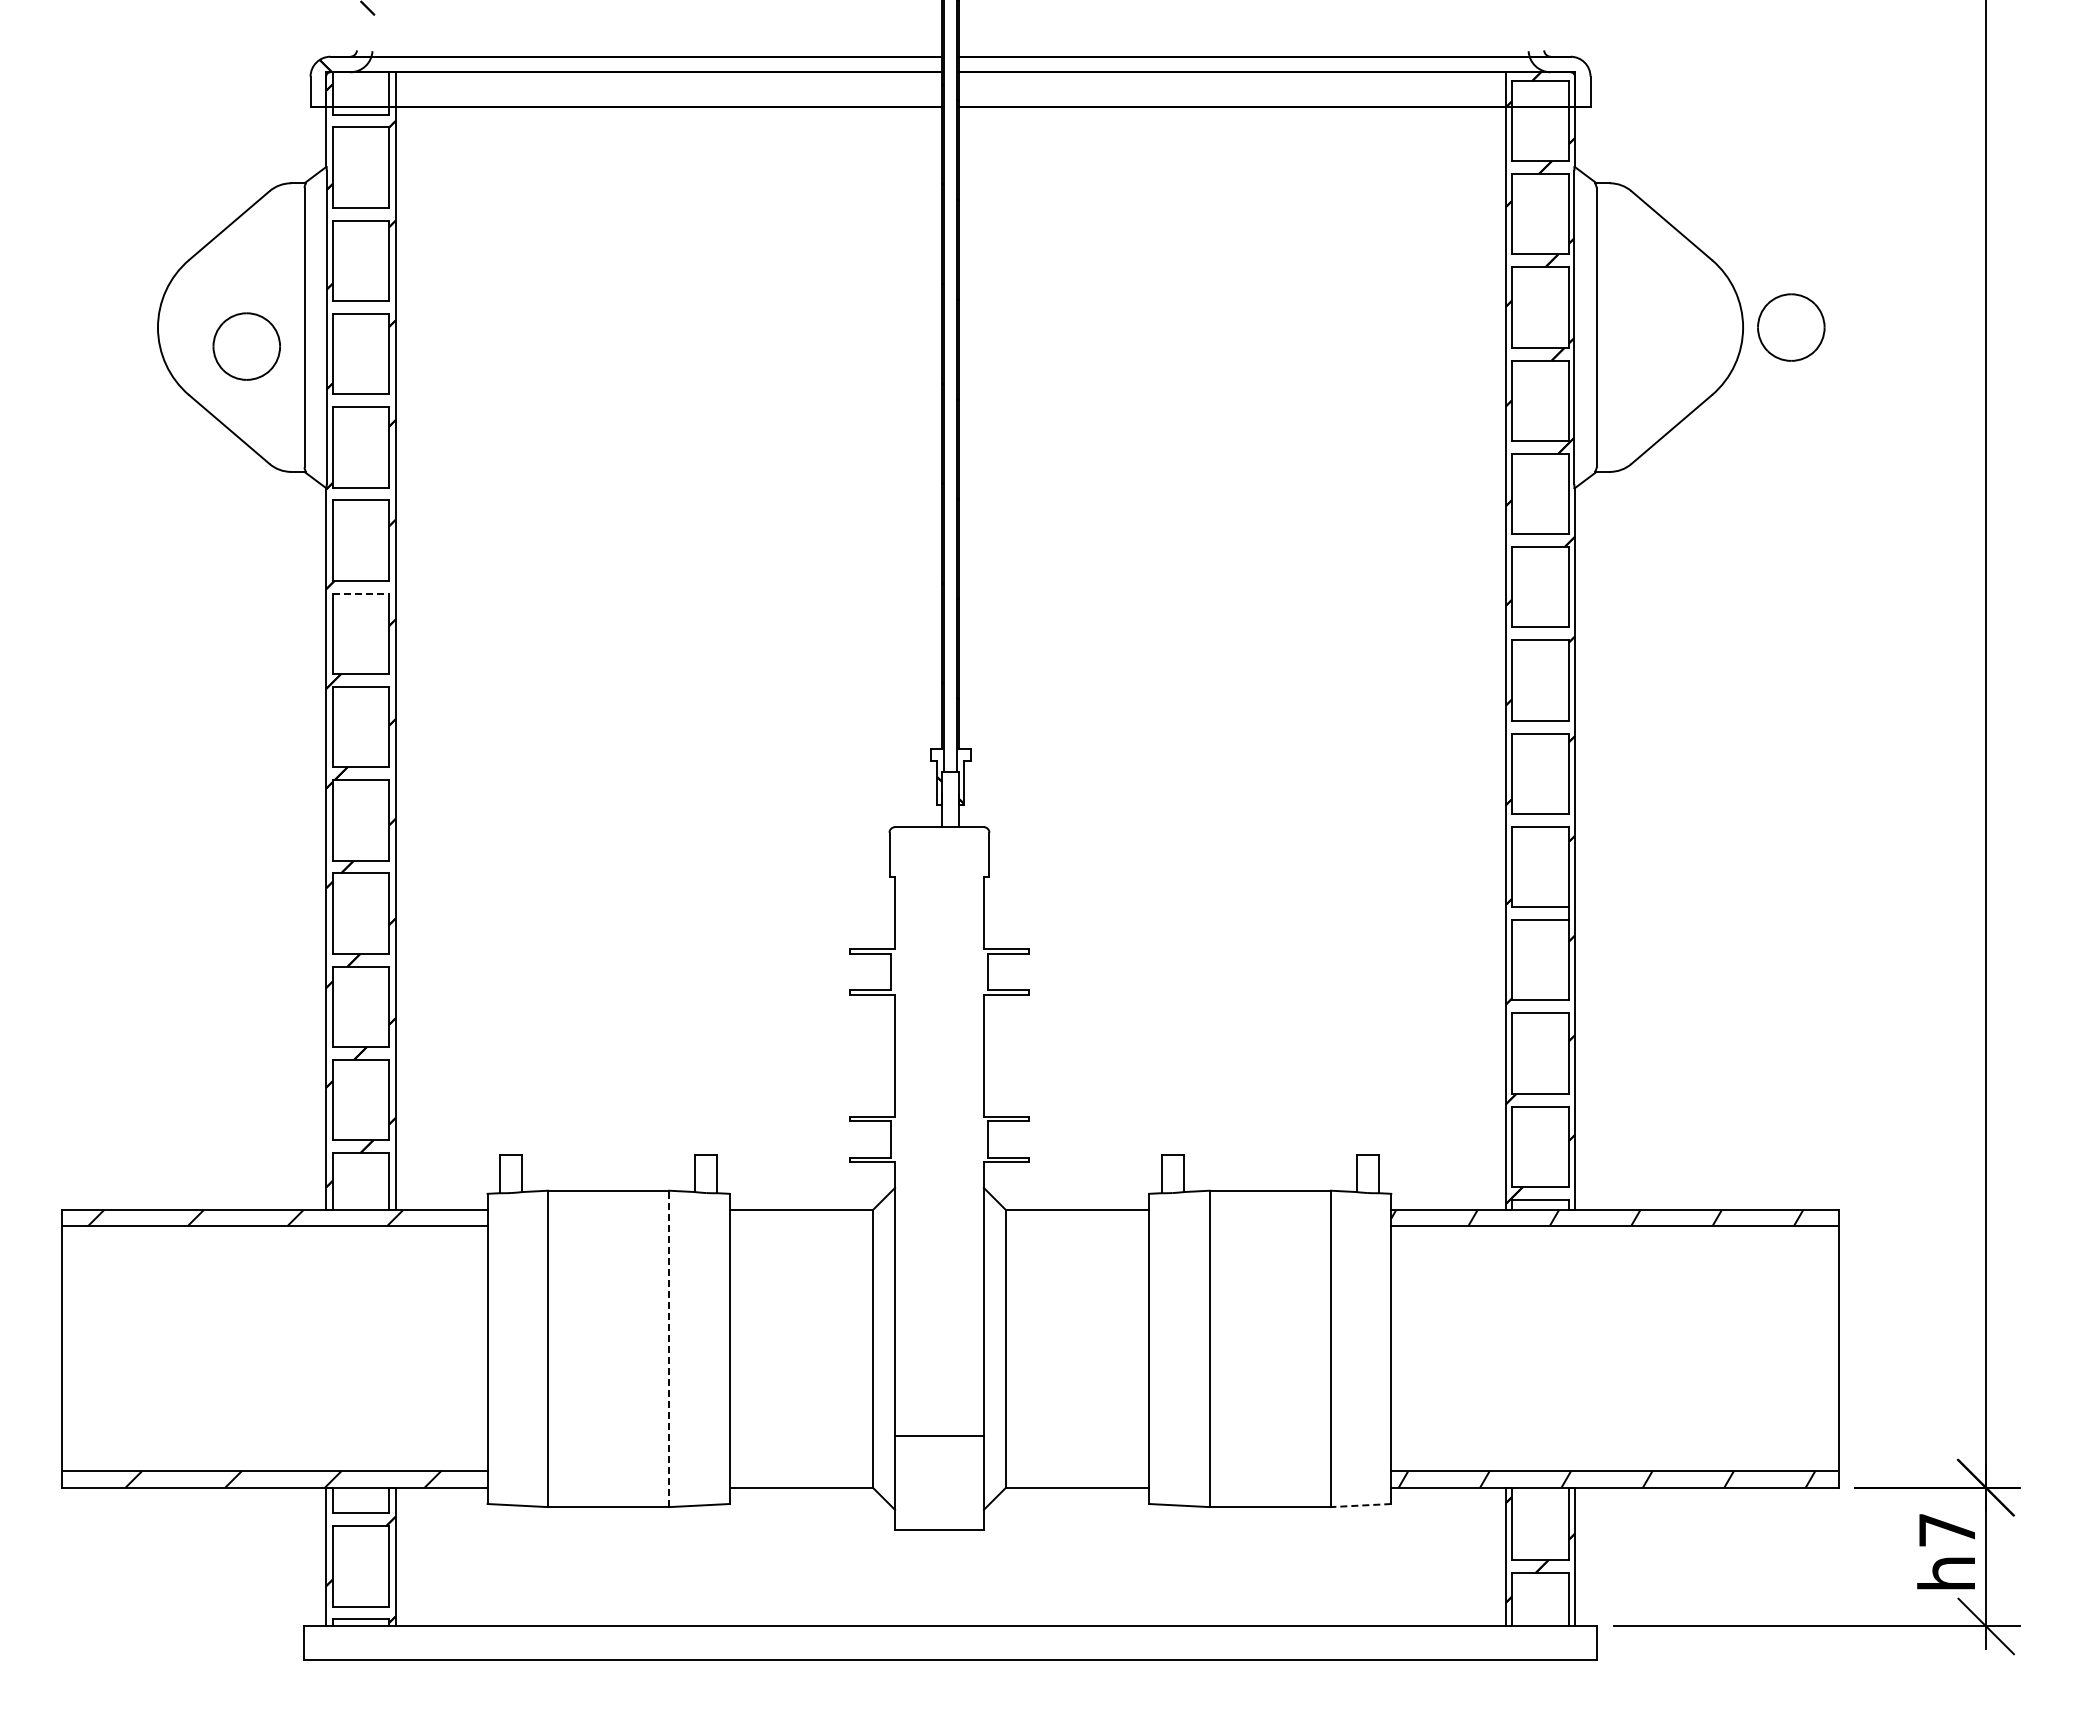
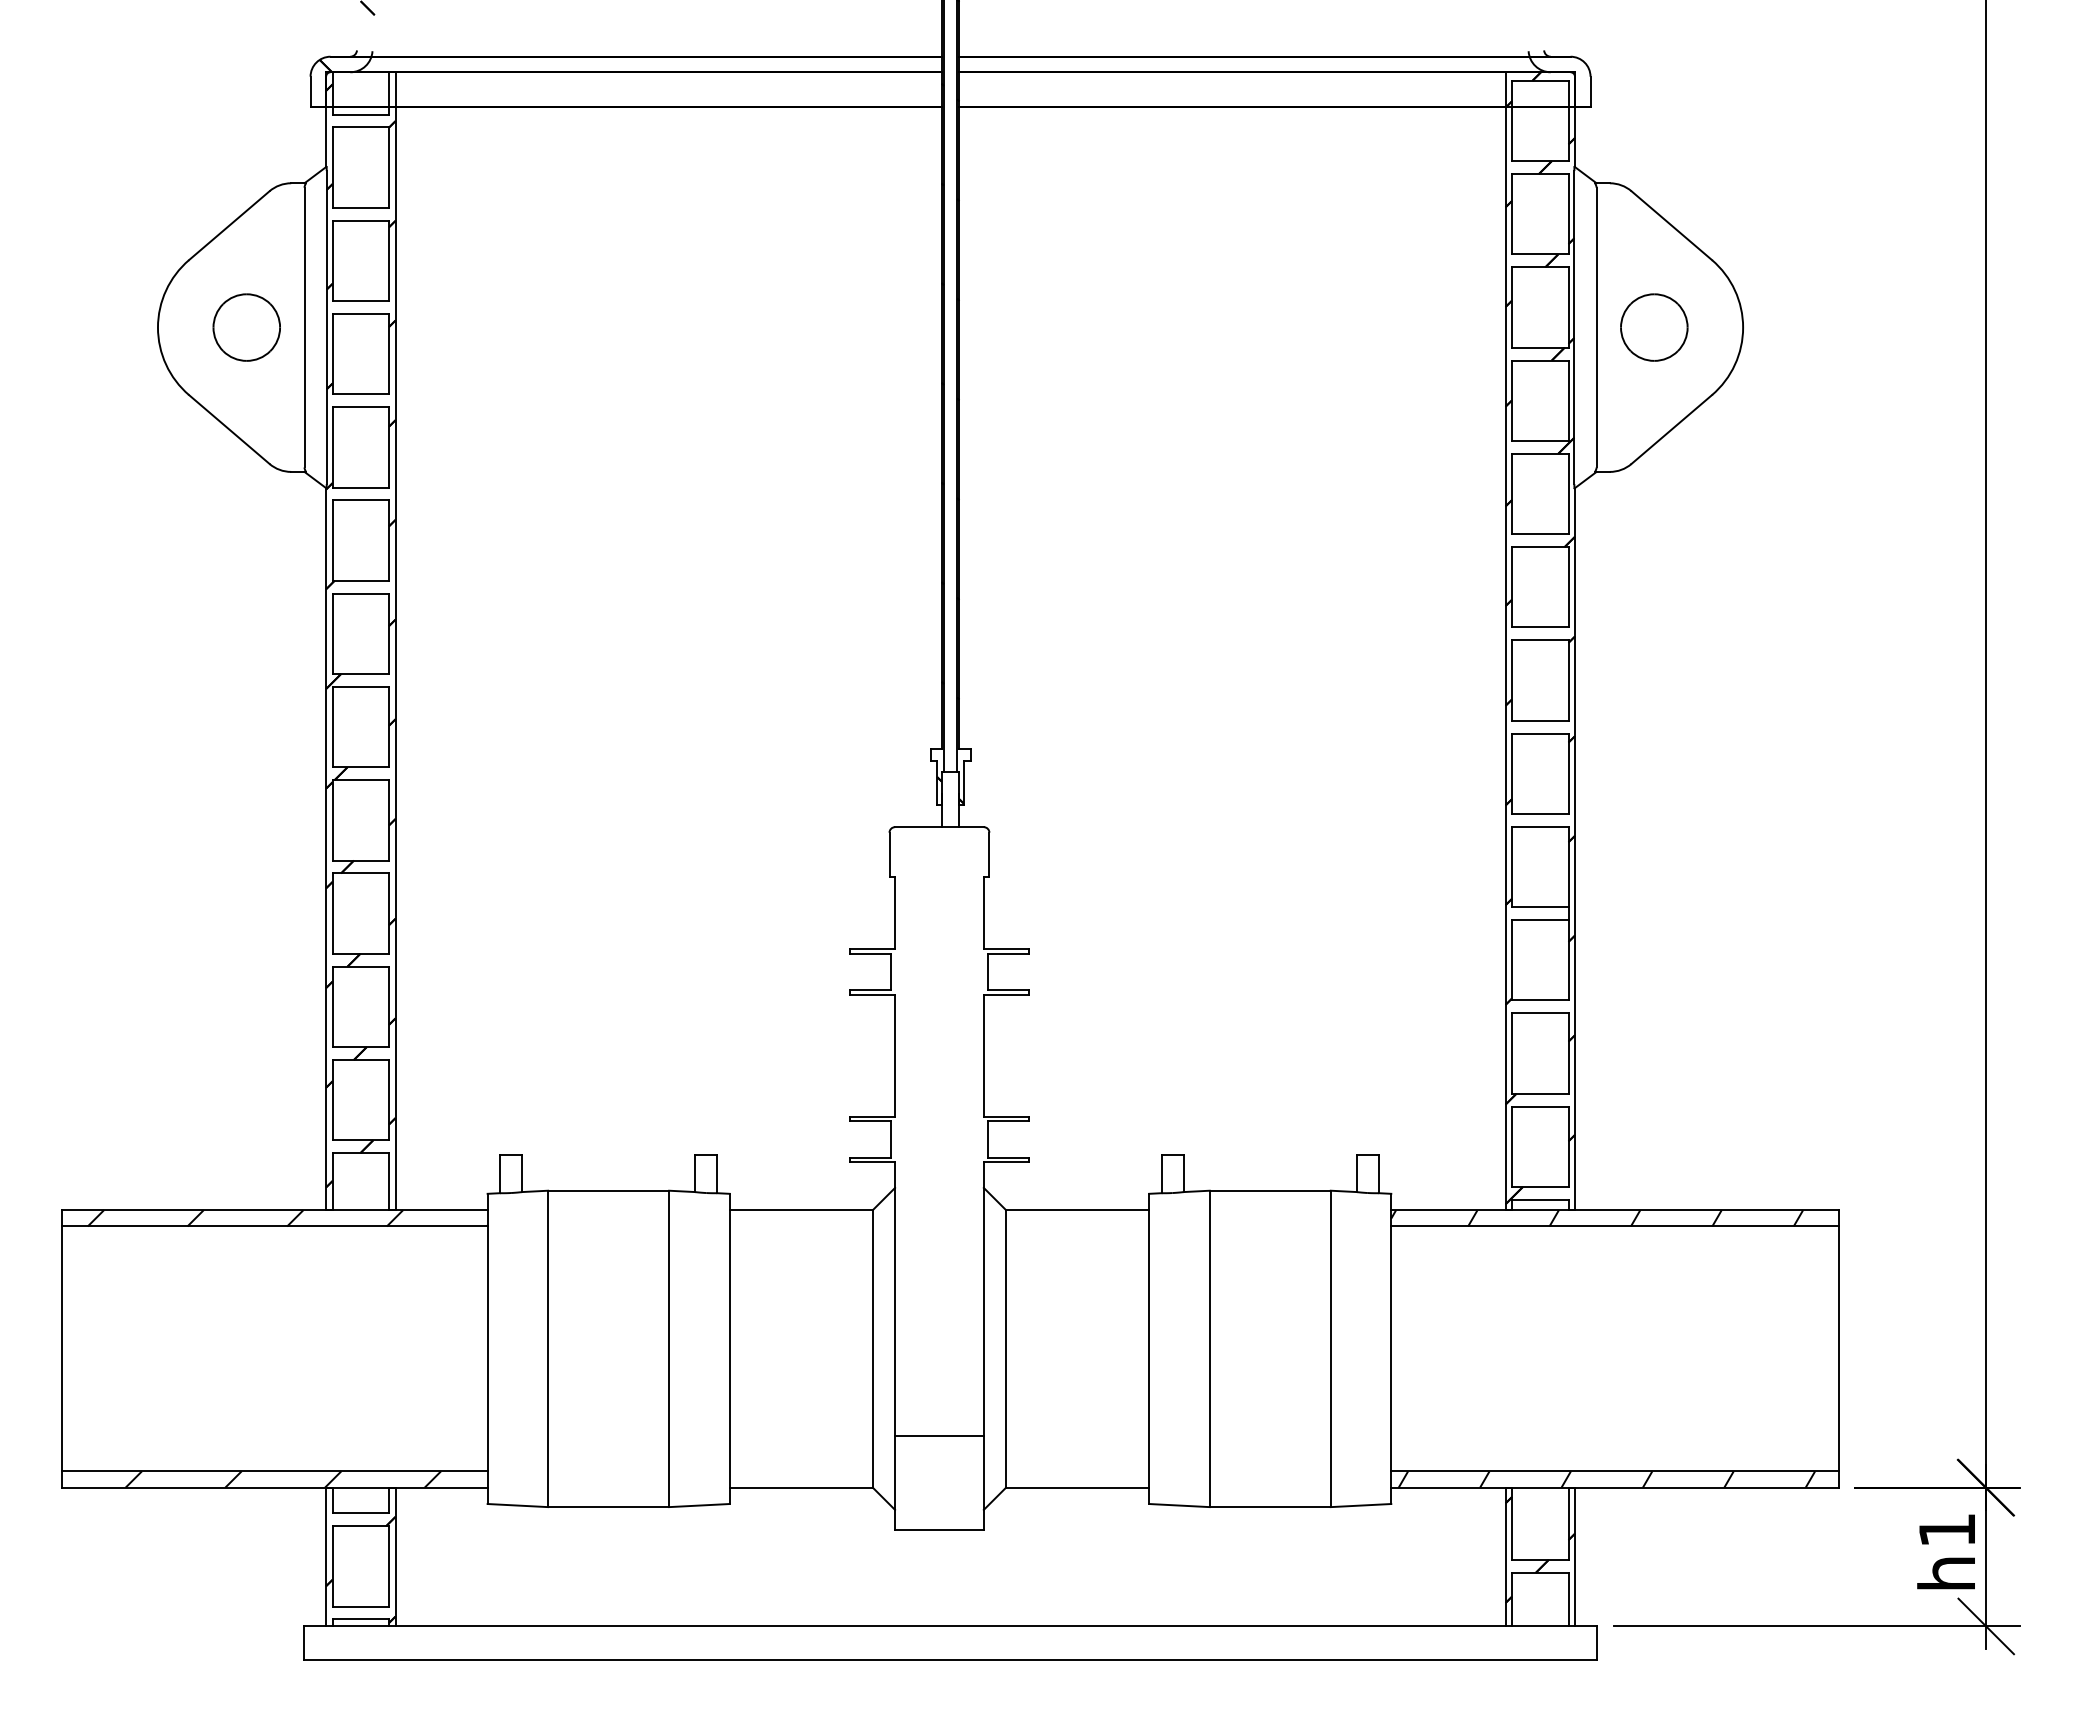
part at (1791, 327) position: (1791, 327) -> (1654, 327)
part at (246, 346) position: (246, 346) -> (246, 327)
line at (361, 593): dashed -> solid
line at (669, 1348): dashed -> solid
line at (1360, 1505): dashed -> solid
text at (1946, 1530): h7 -> h1
